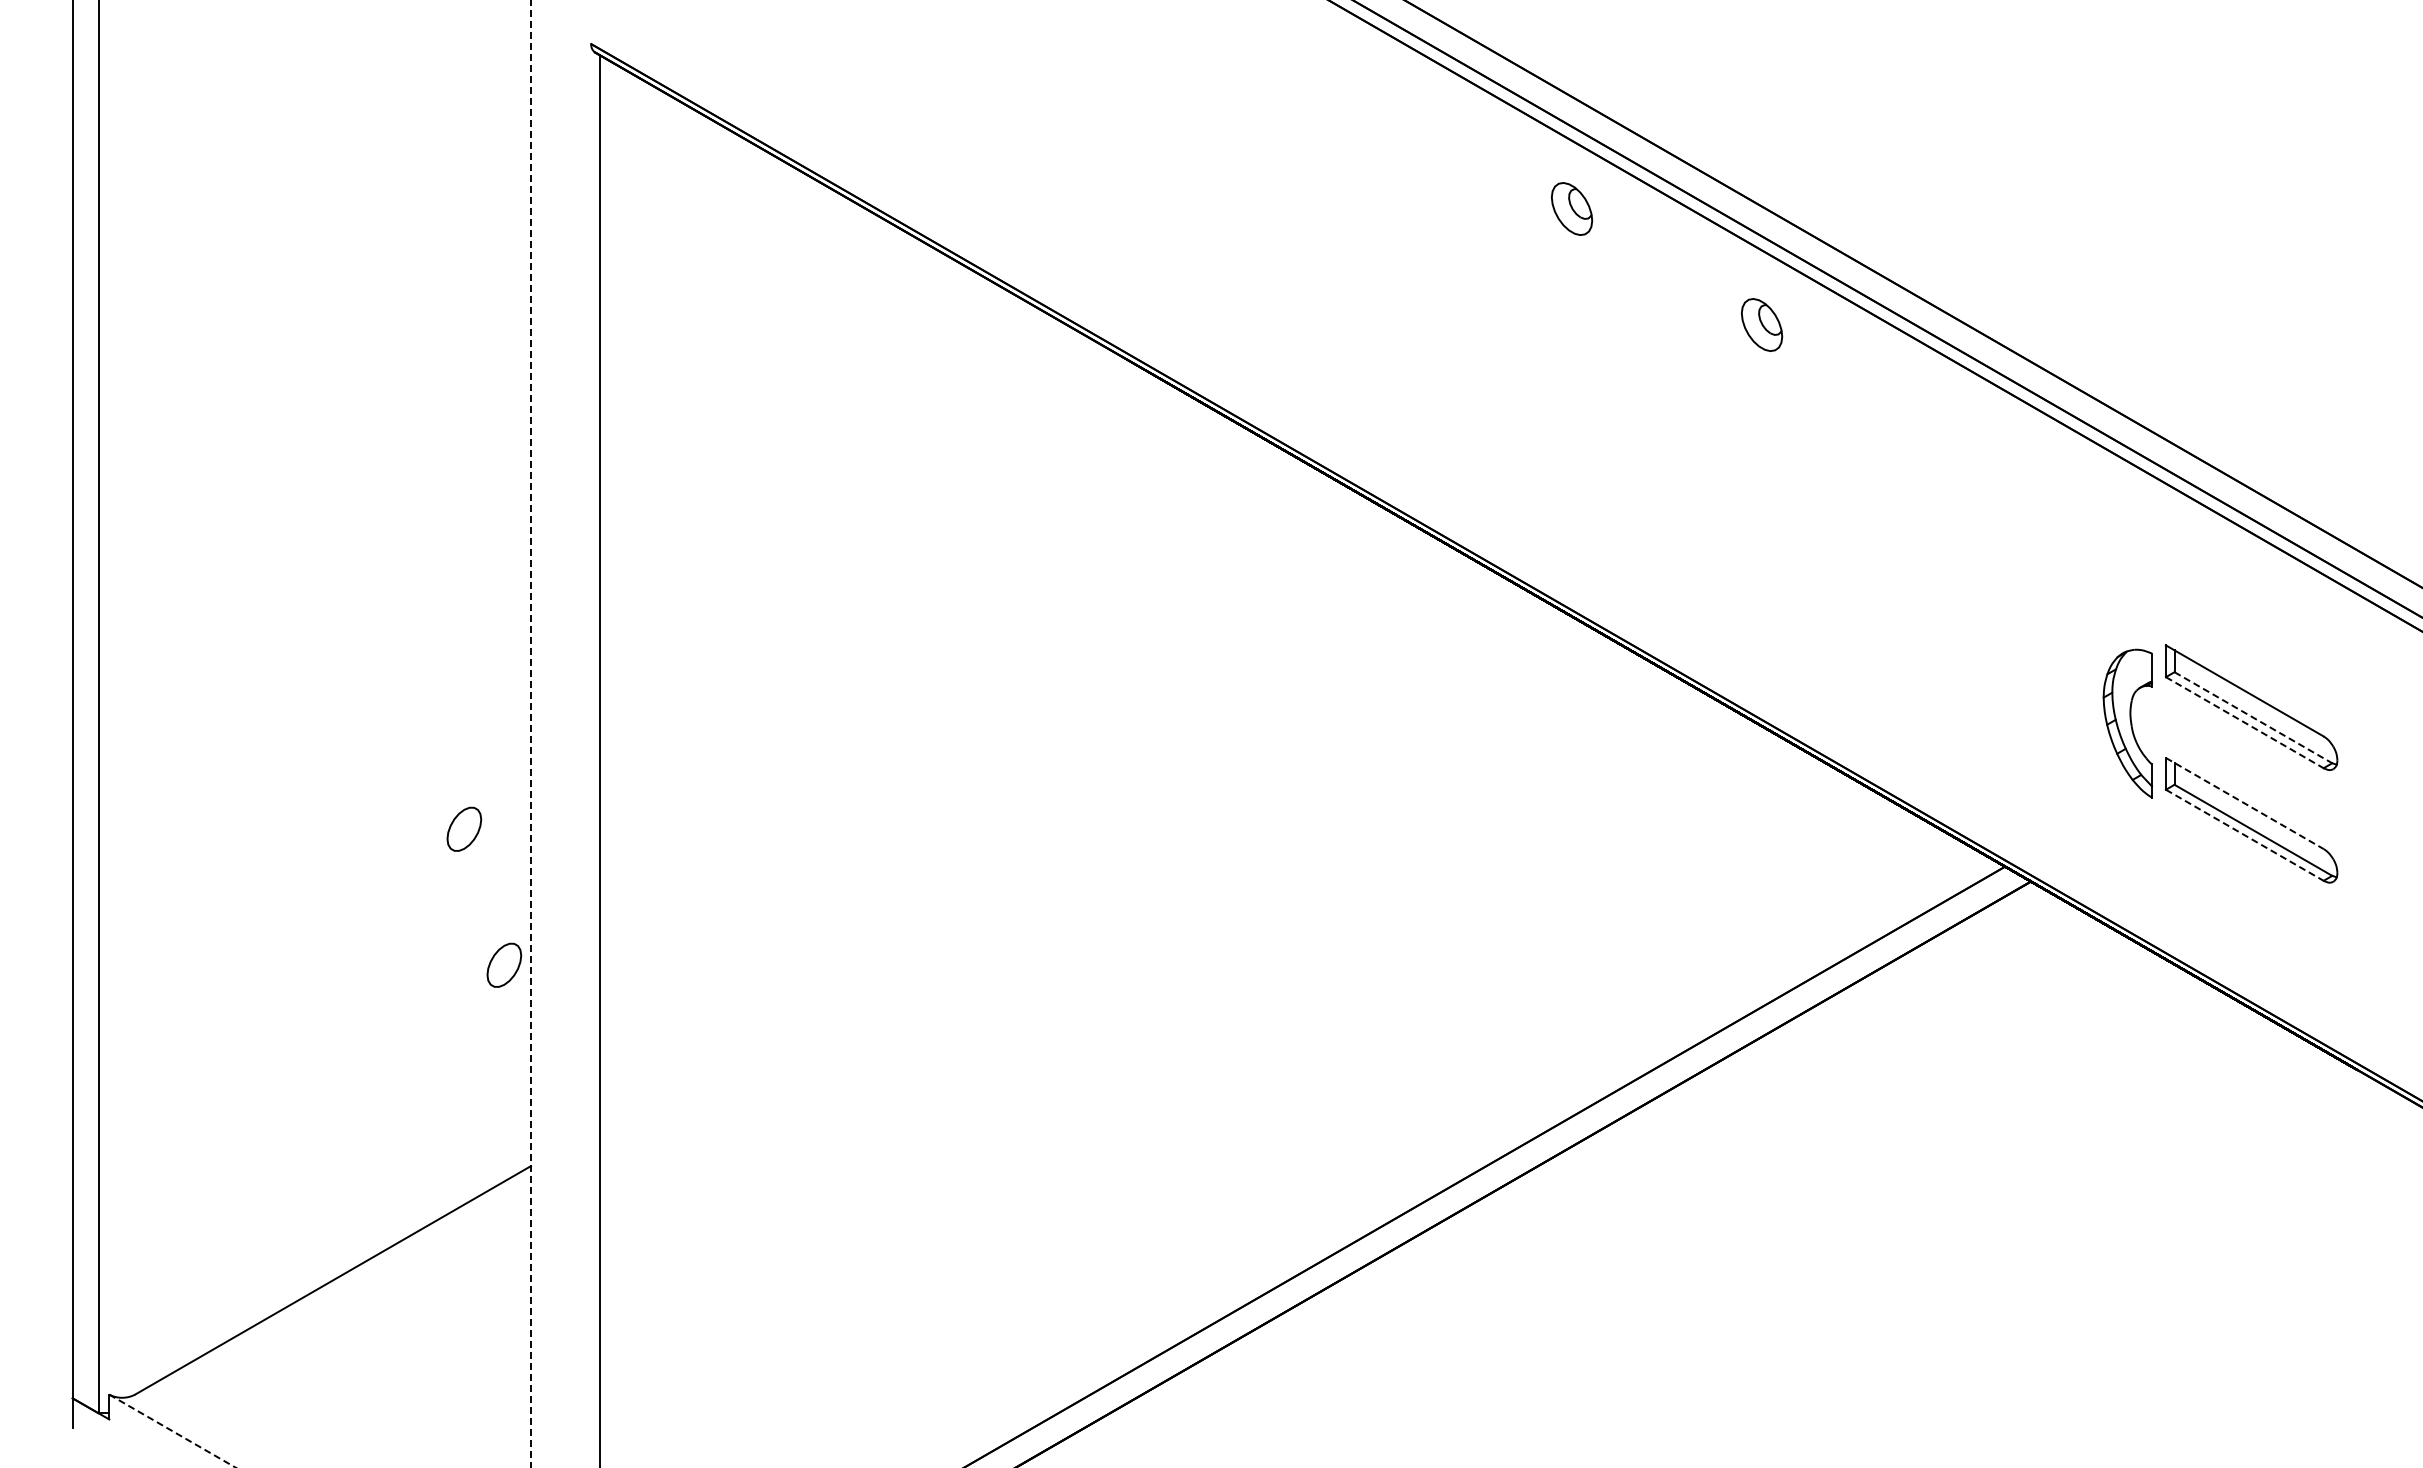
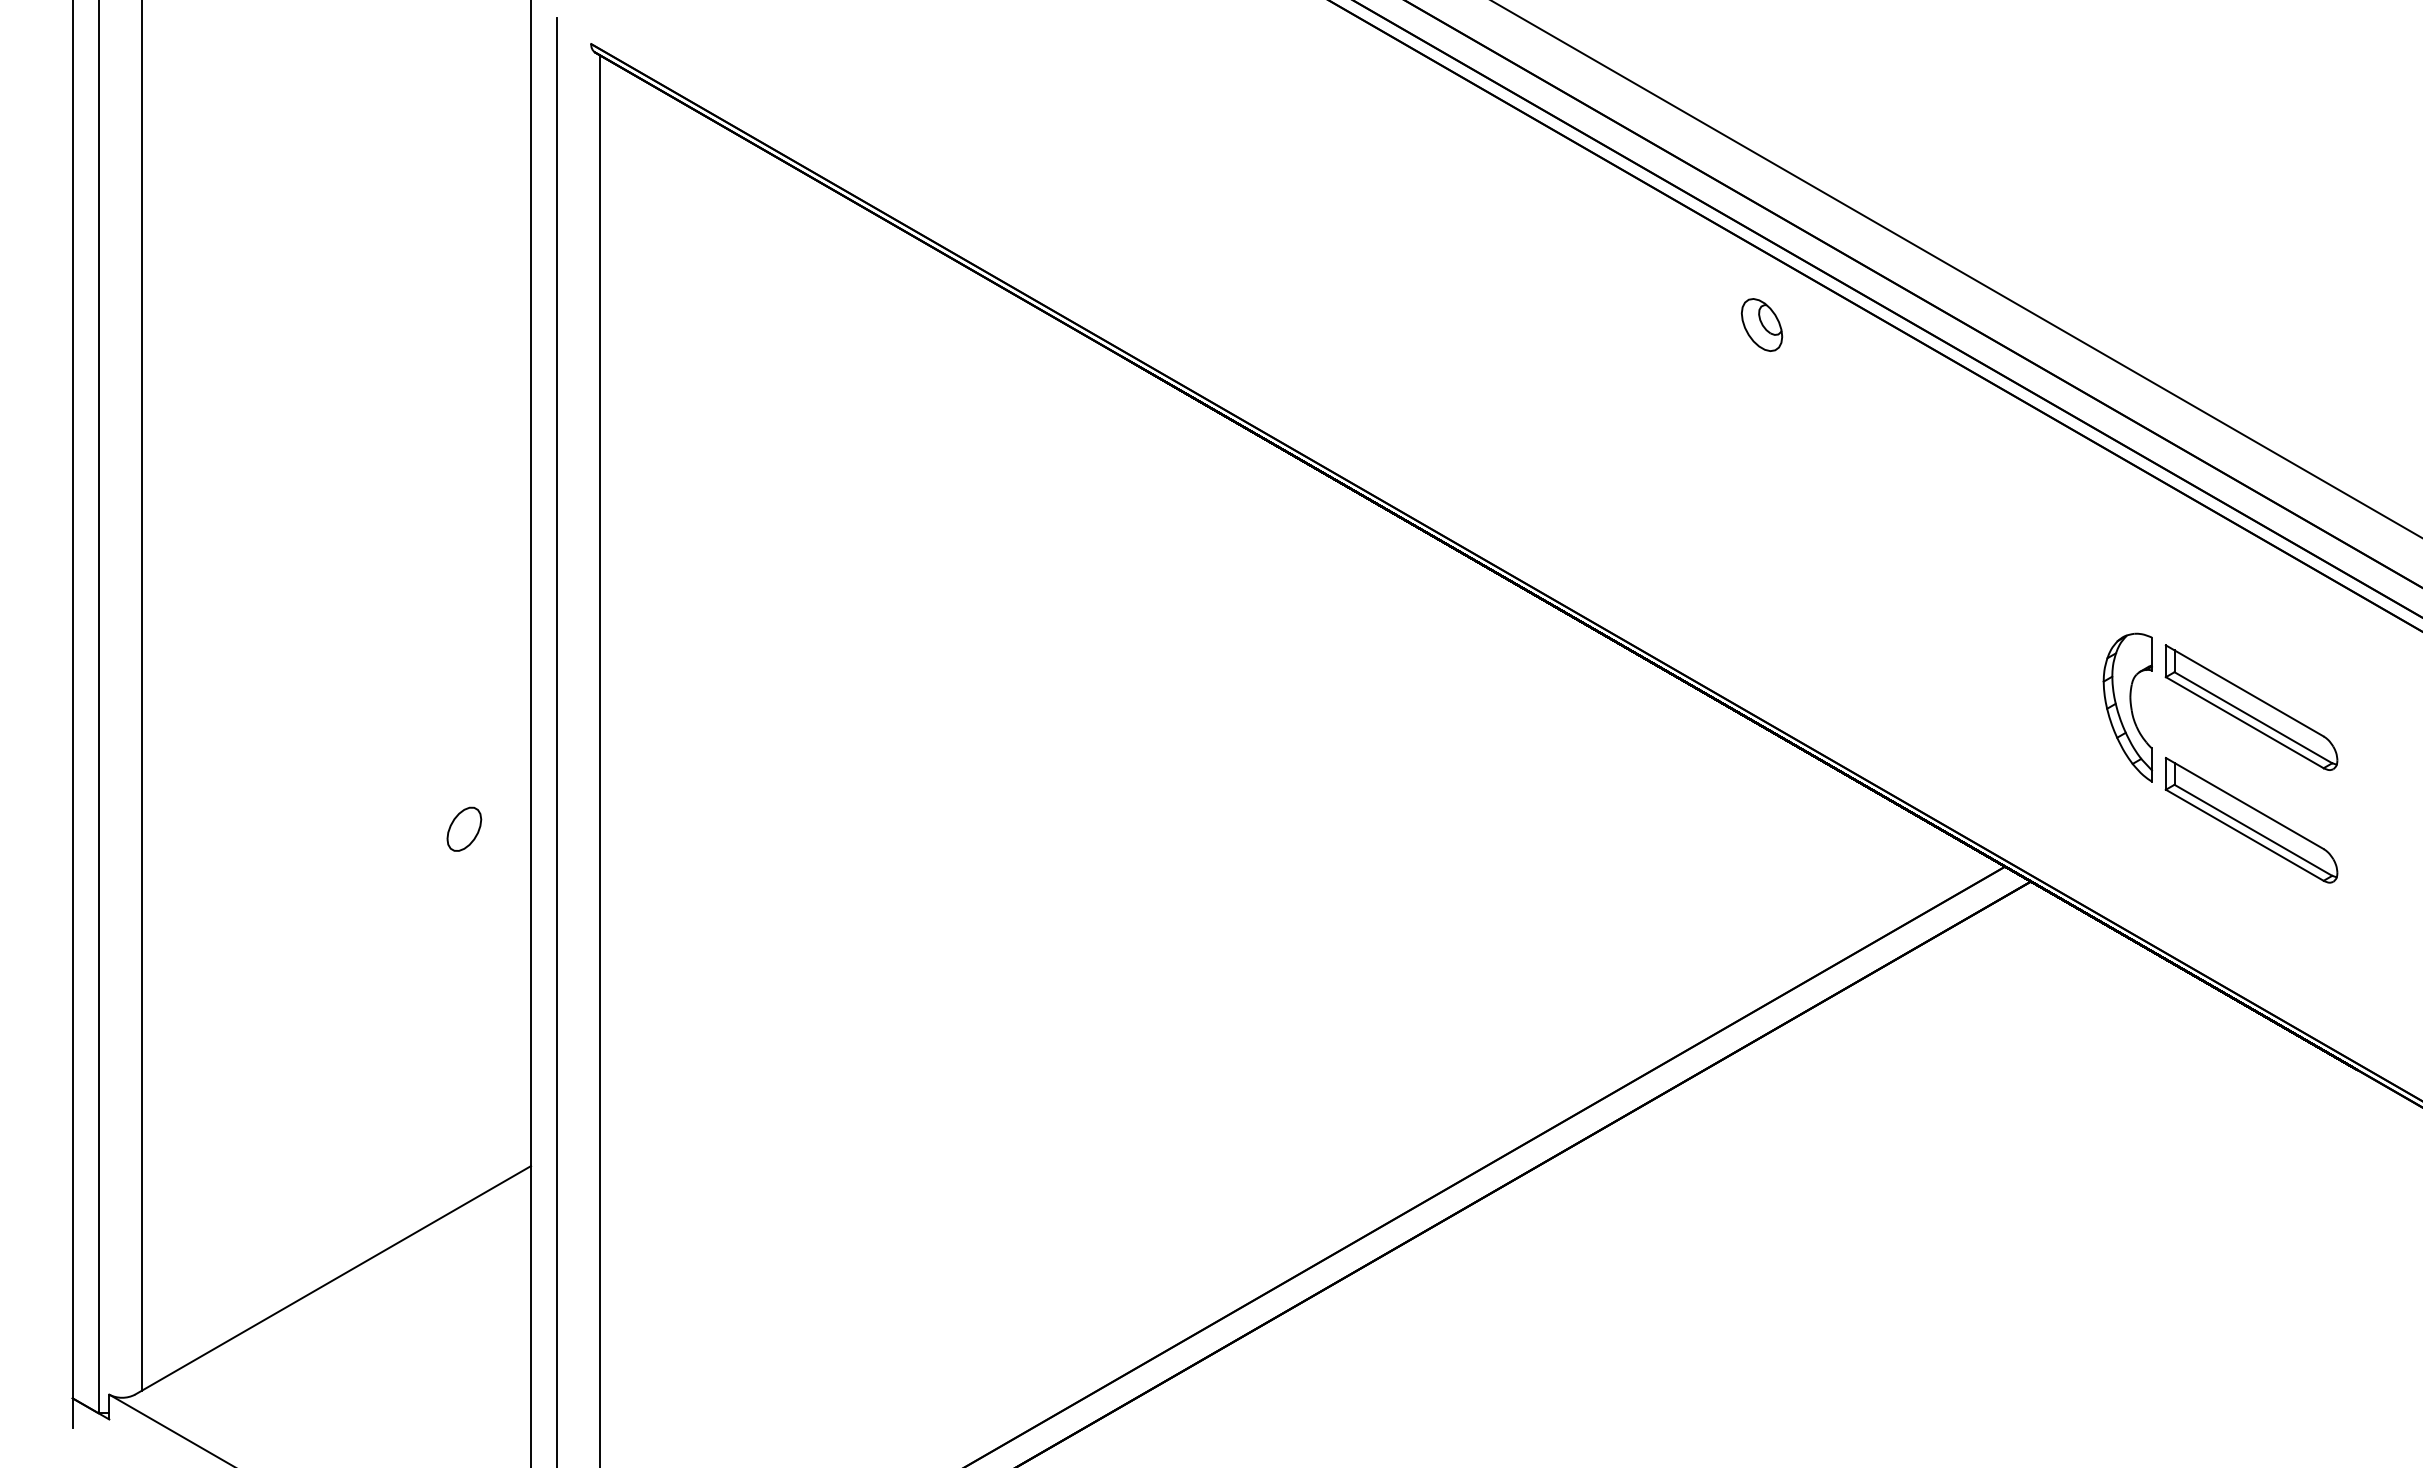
part at (1571, 208): present -> none
line at (1956, 269): none -> present
line at (141, 696): none -> present
line at (2253, 717): dashed -> solid
line at (2245, 722): dashed -> solid
part at (2127, 723) position: (2127, 723) -> (2127, 707)
line at (531, 734): dashed -> solid
line at (556, 740): none -> present
line at (2245, 803): dashed -> solid
line at (2245, 835): dashed -> solid
part at (504, 964): present -> none
line at (172, 1431): dashed -> solid
